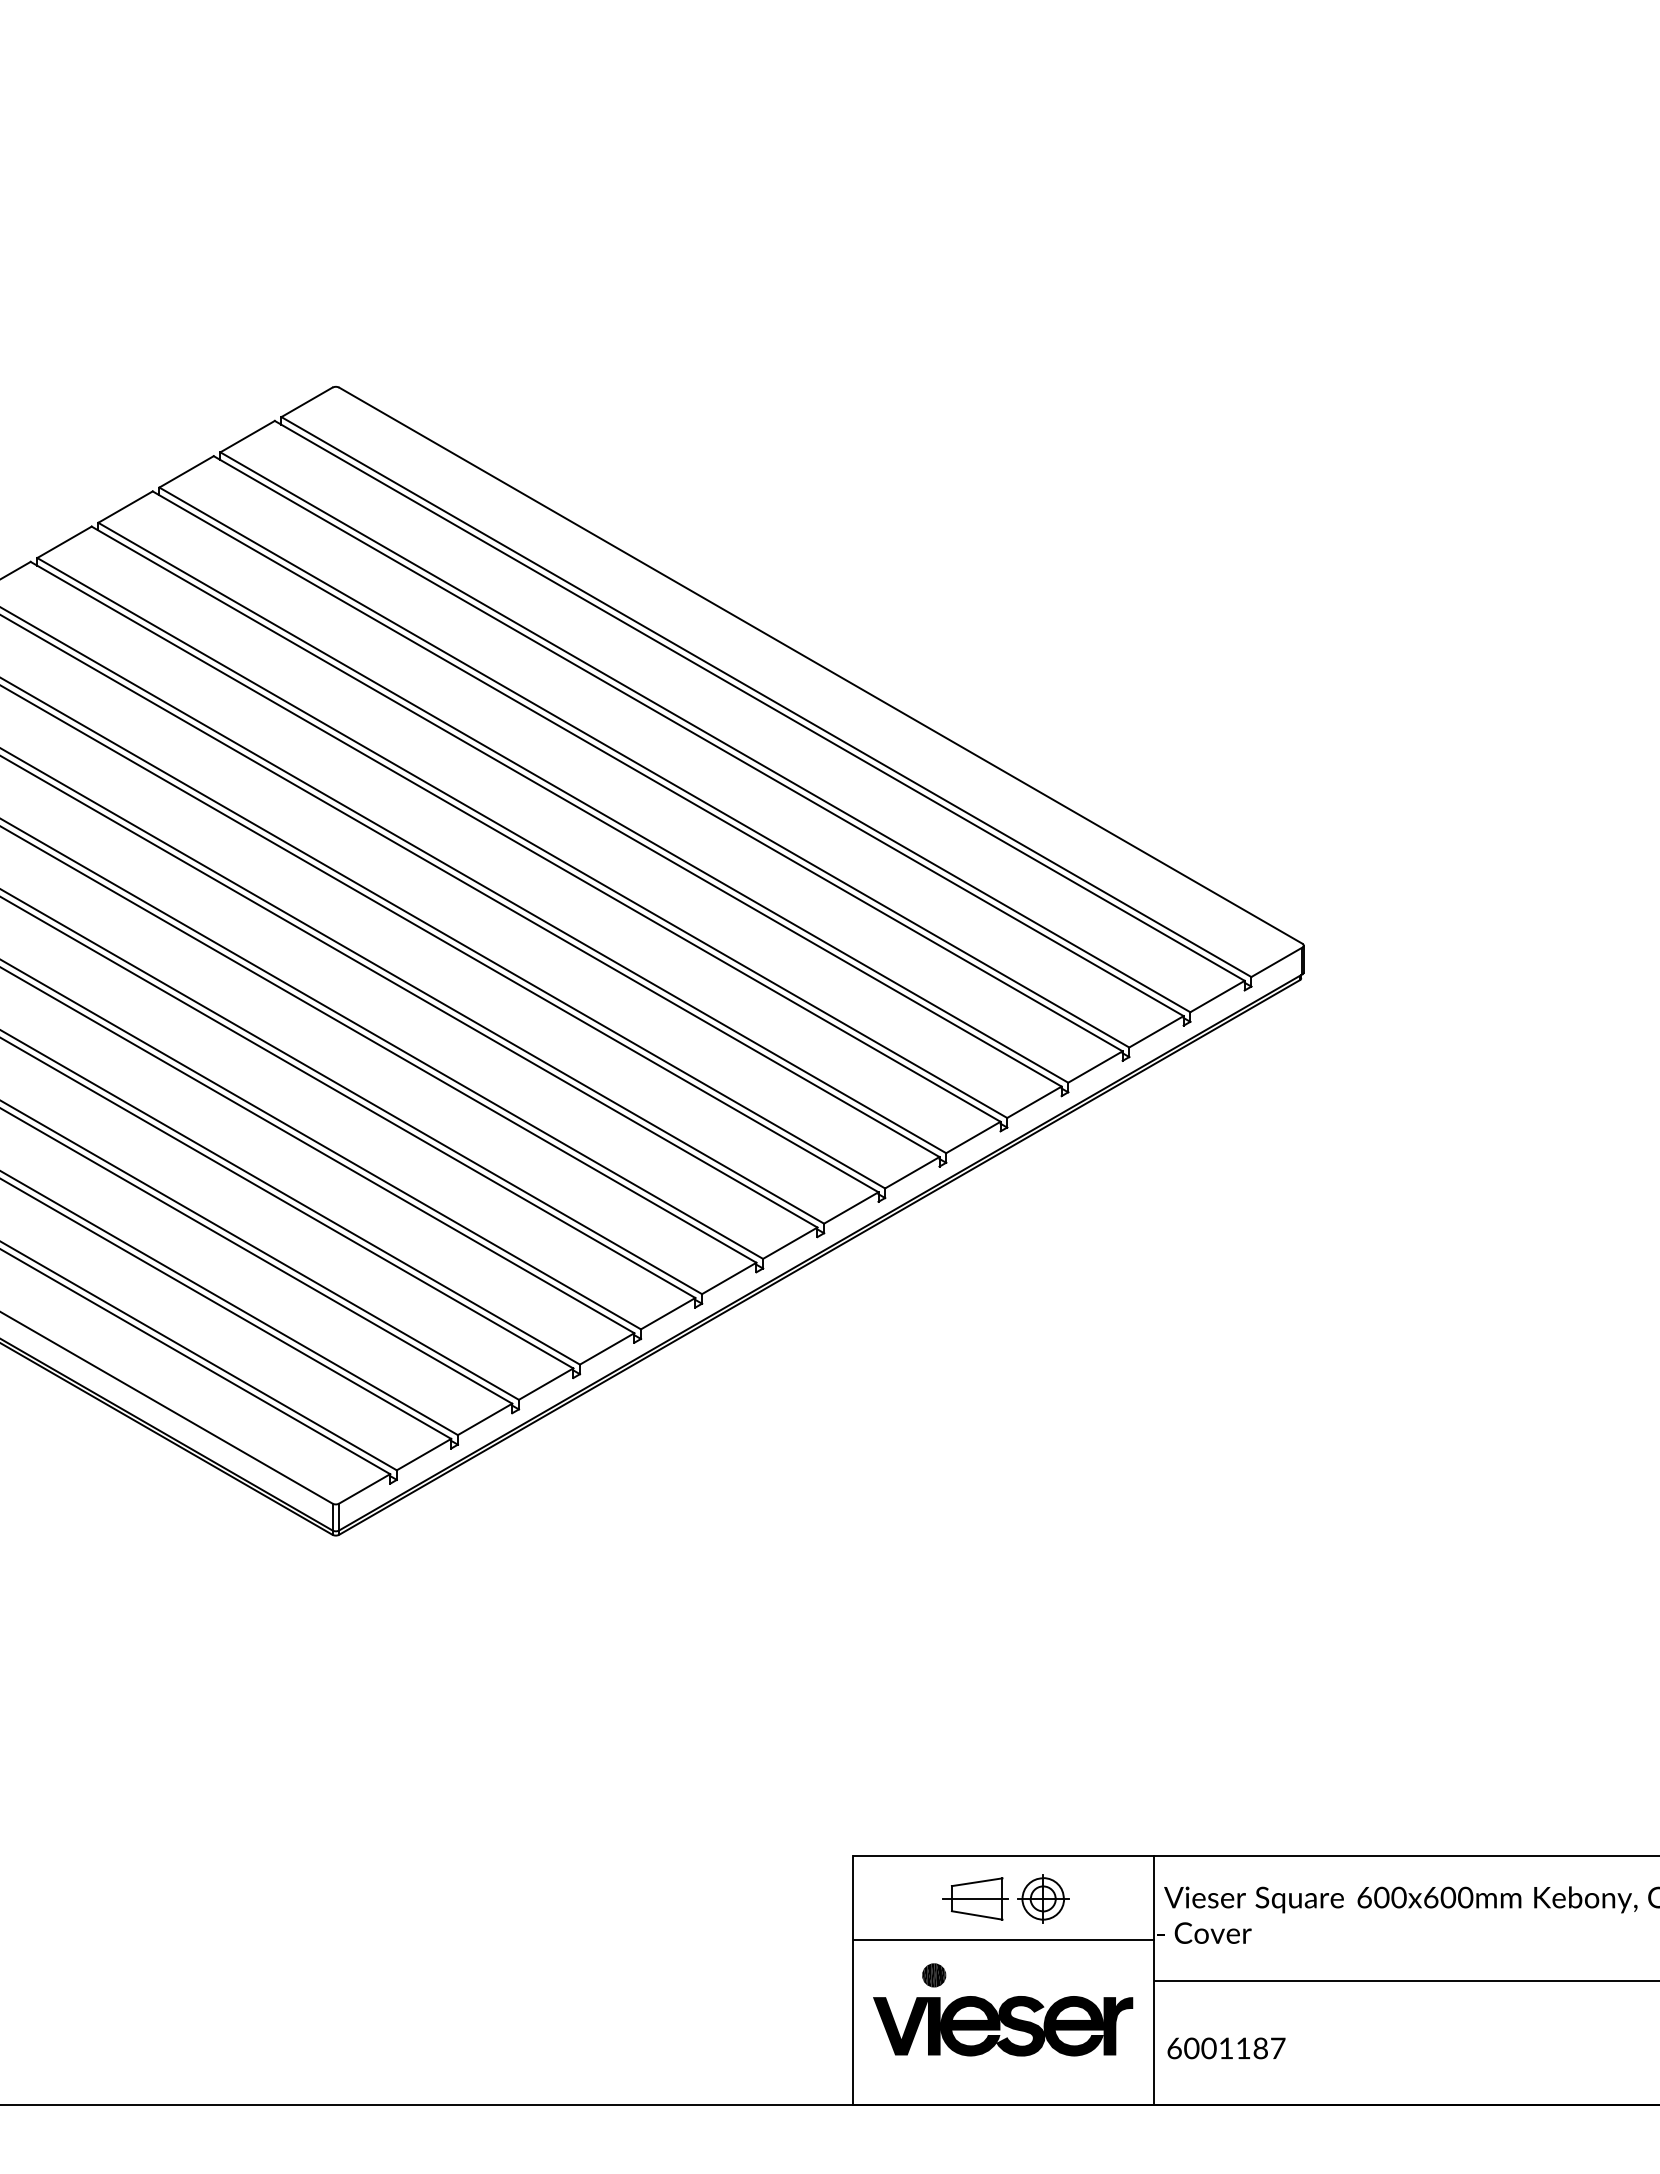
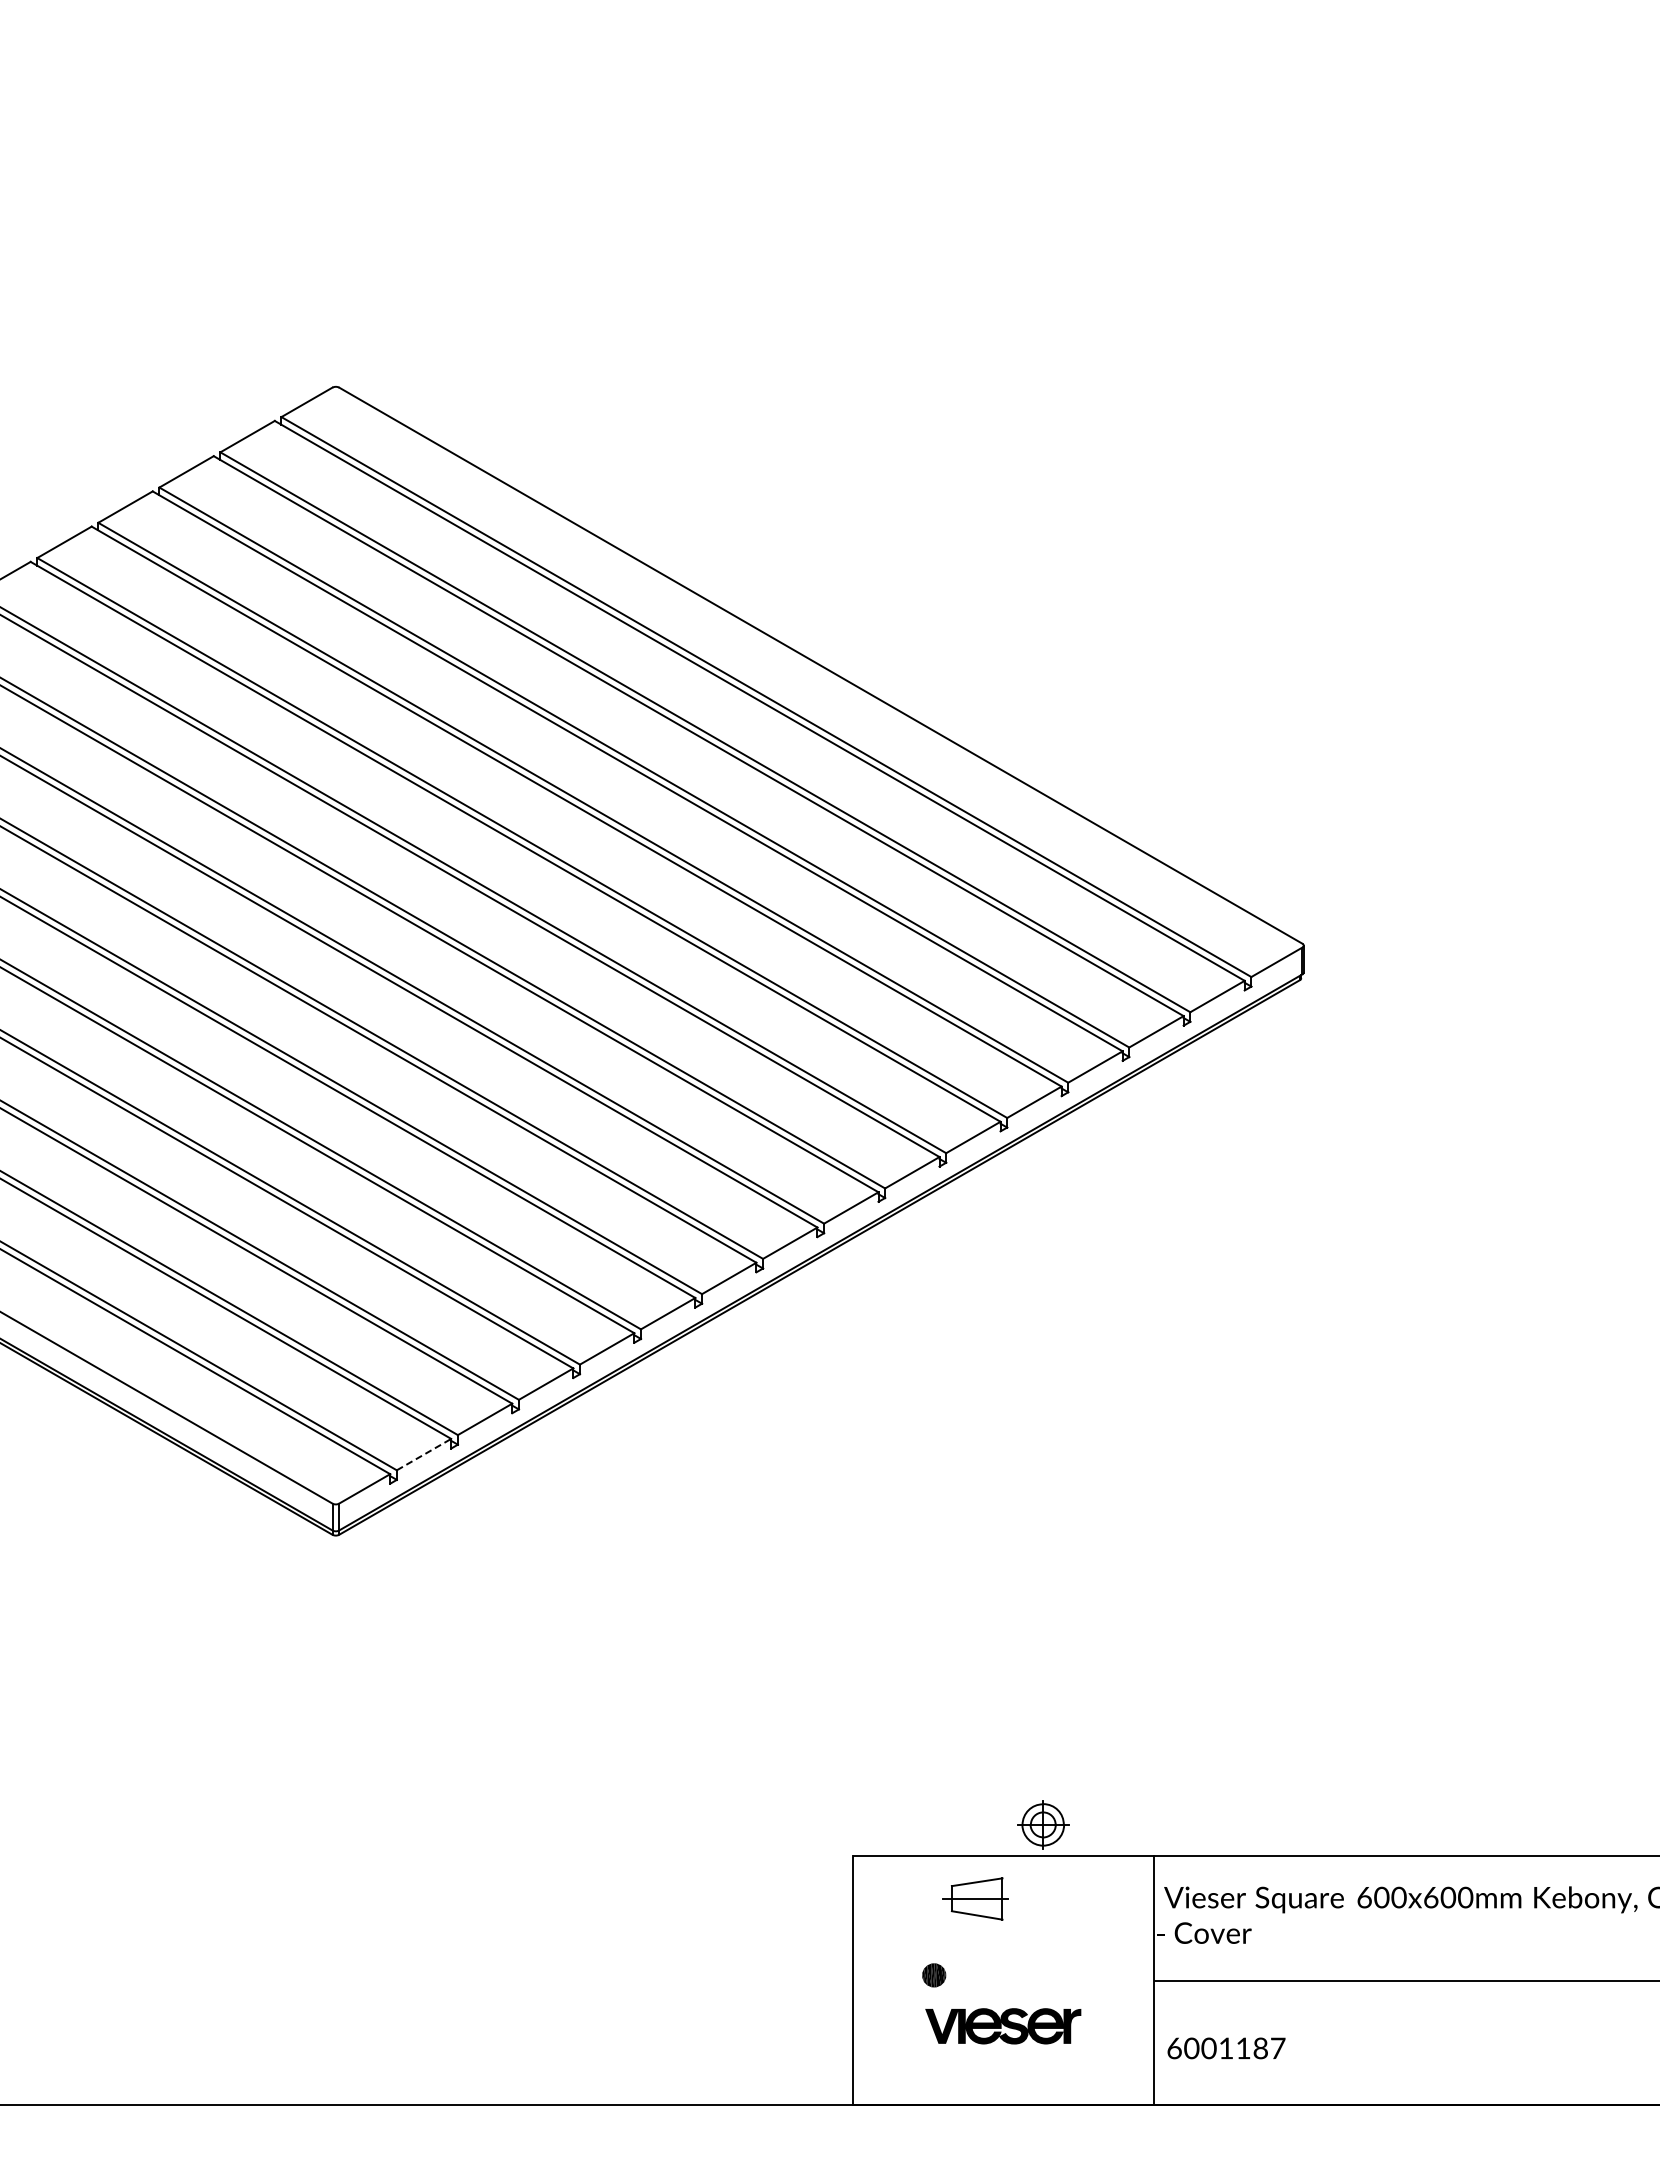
line at (424, 1454): solid -> dashed
part at (1043, 1898) position: (1043, 1898) -> (1043, 1824)
line at (1003, 1939): present -> none
part at (1003, 2026) size: 261x61 px -> 157x37 px
